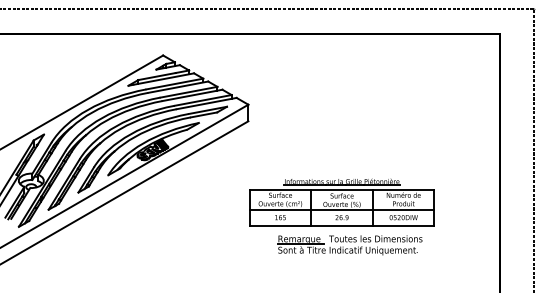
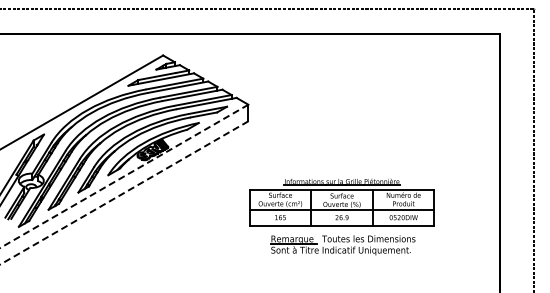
line at (124, 176): solid -> dashed
line at (124, 192): solid -> dashed
part at (349, 245) position: (349, 245) -> (342, 245)
